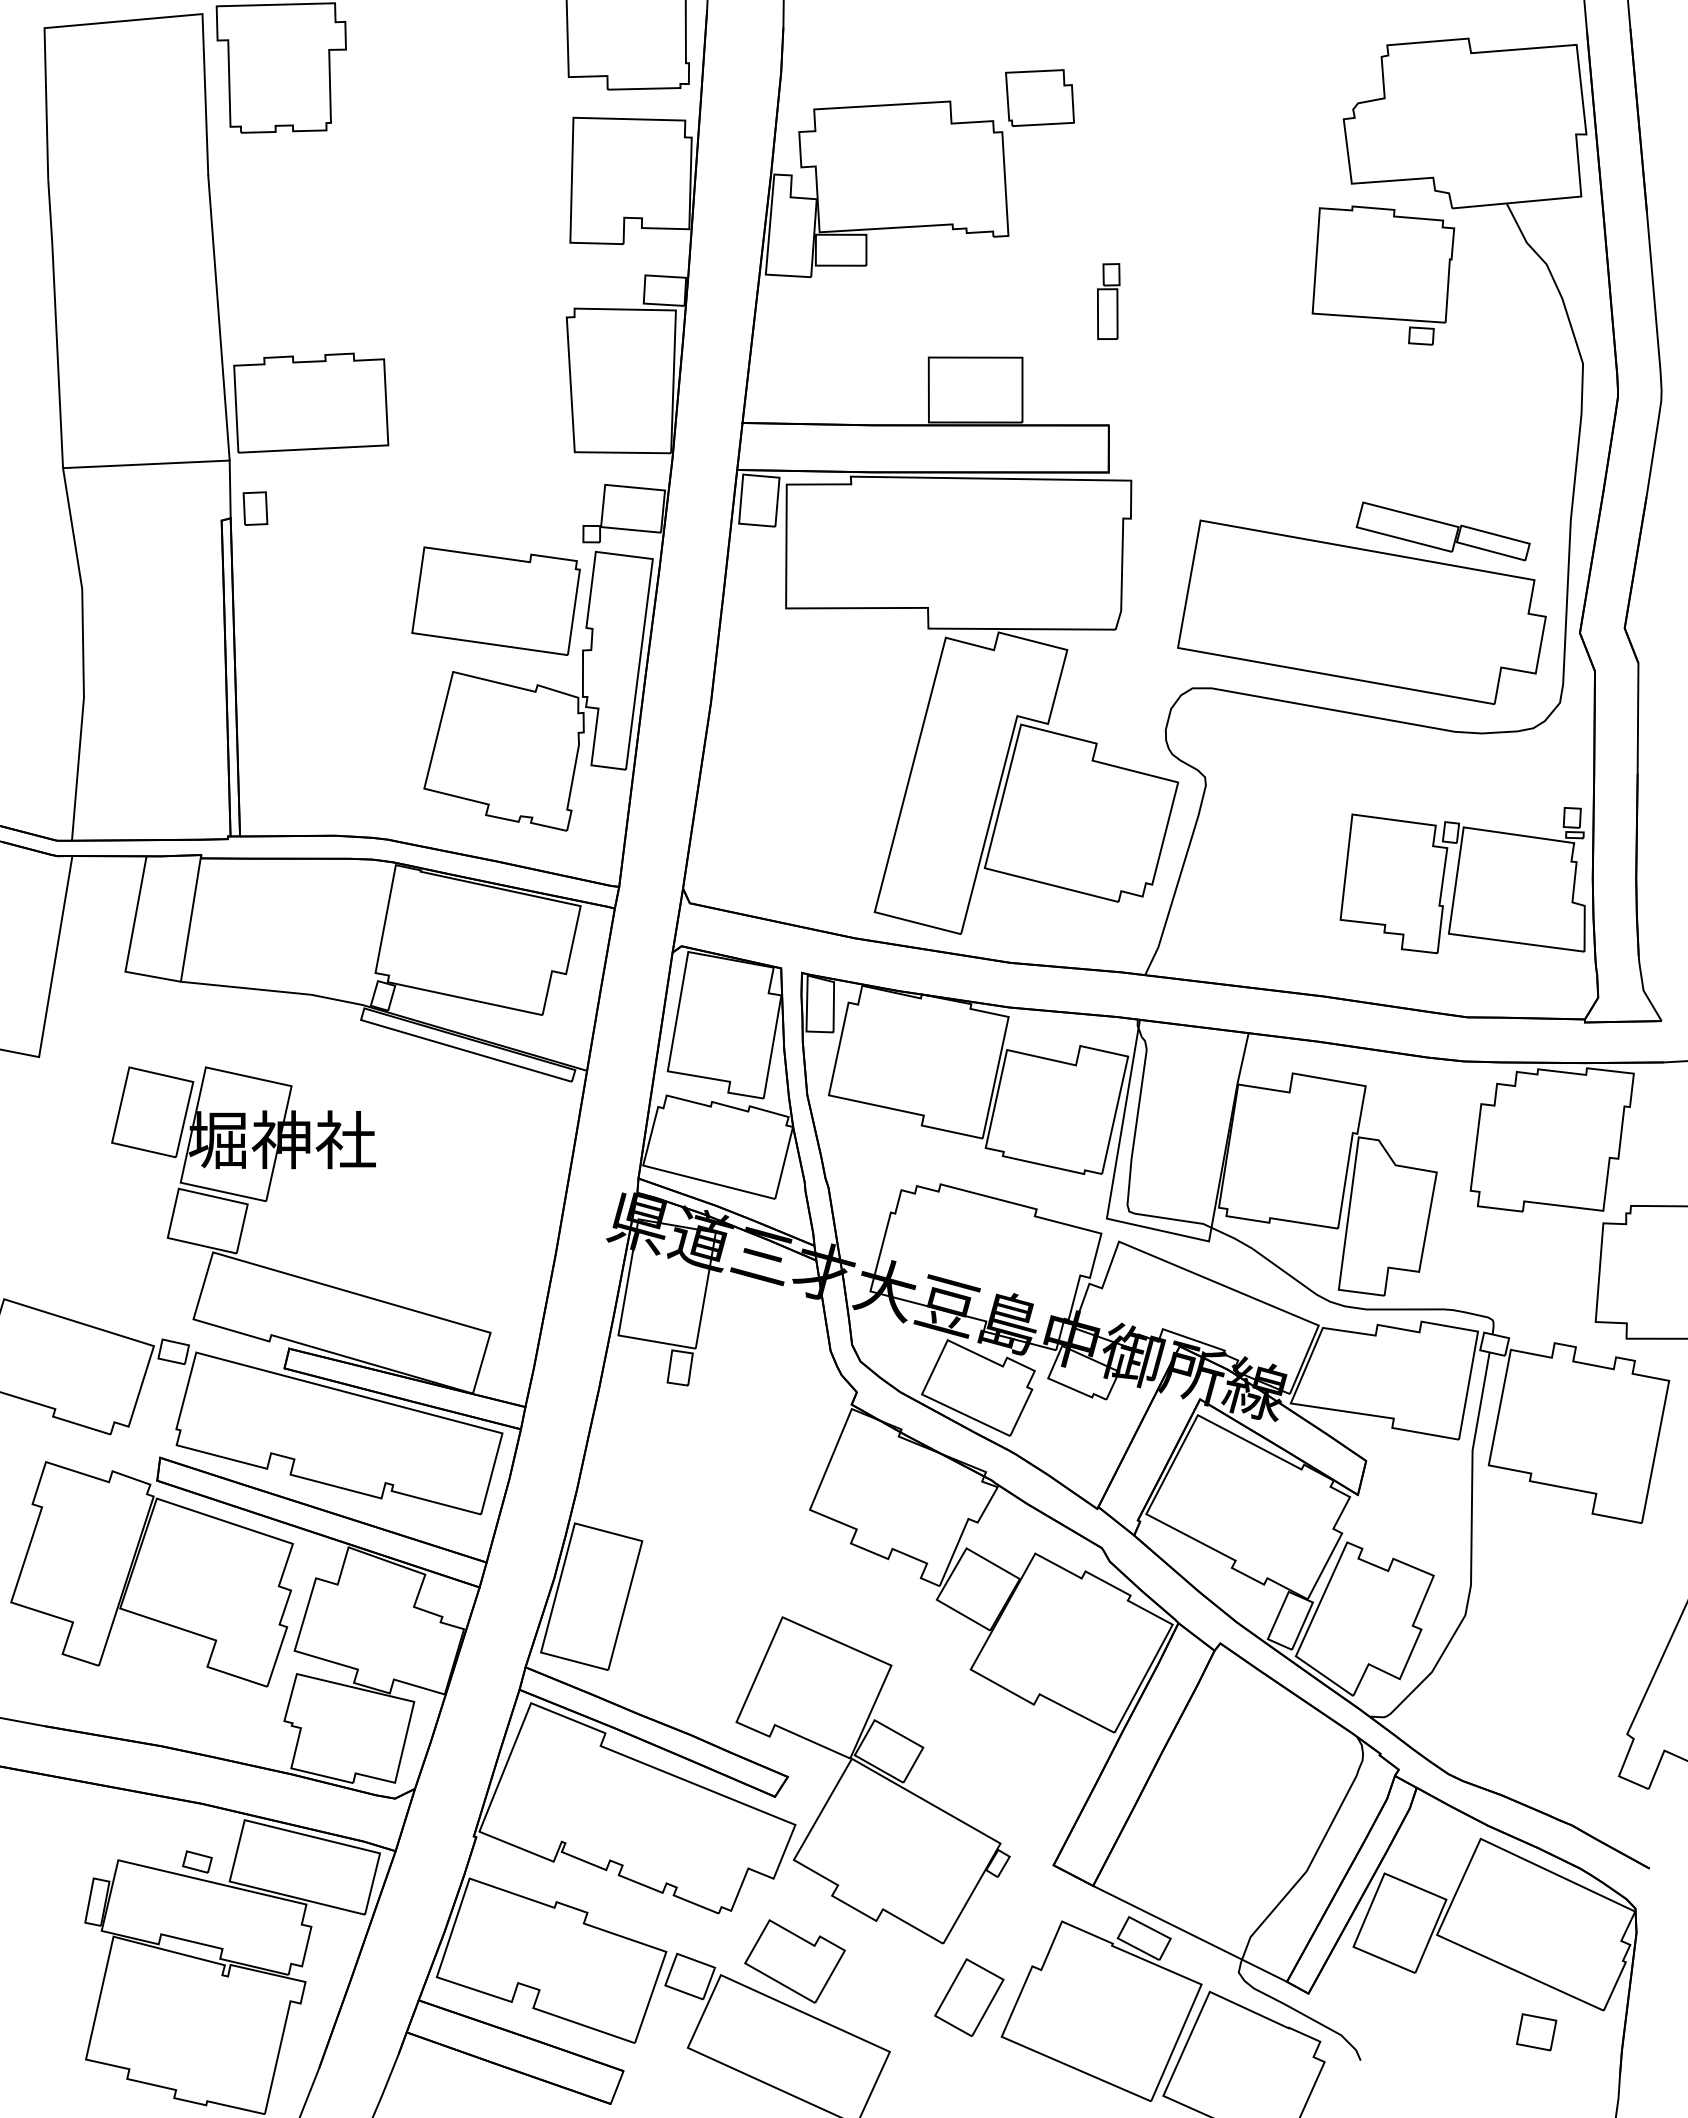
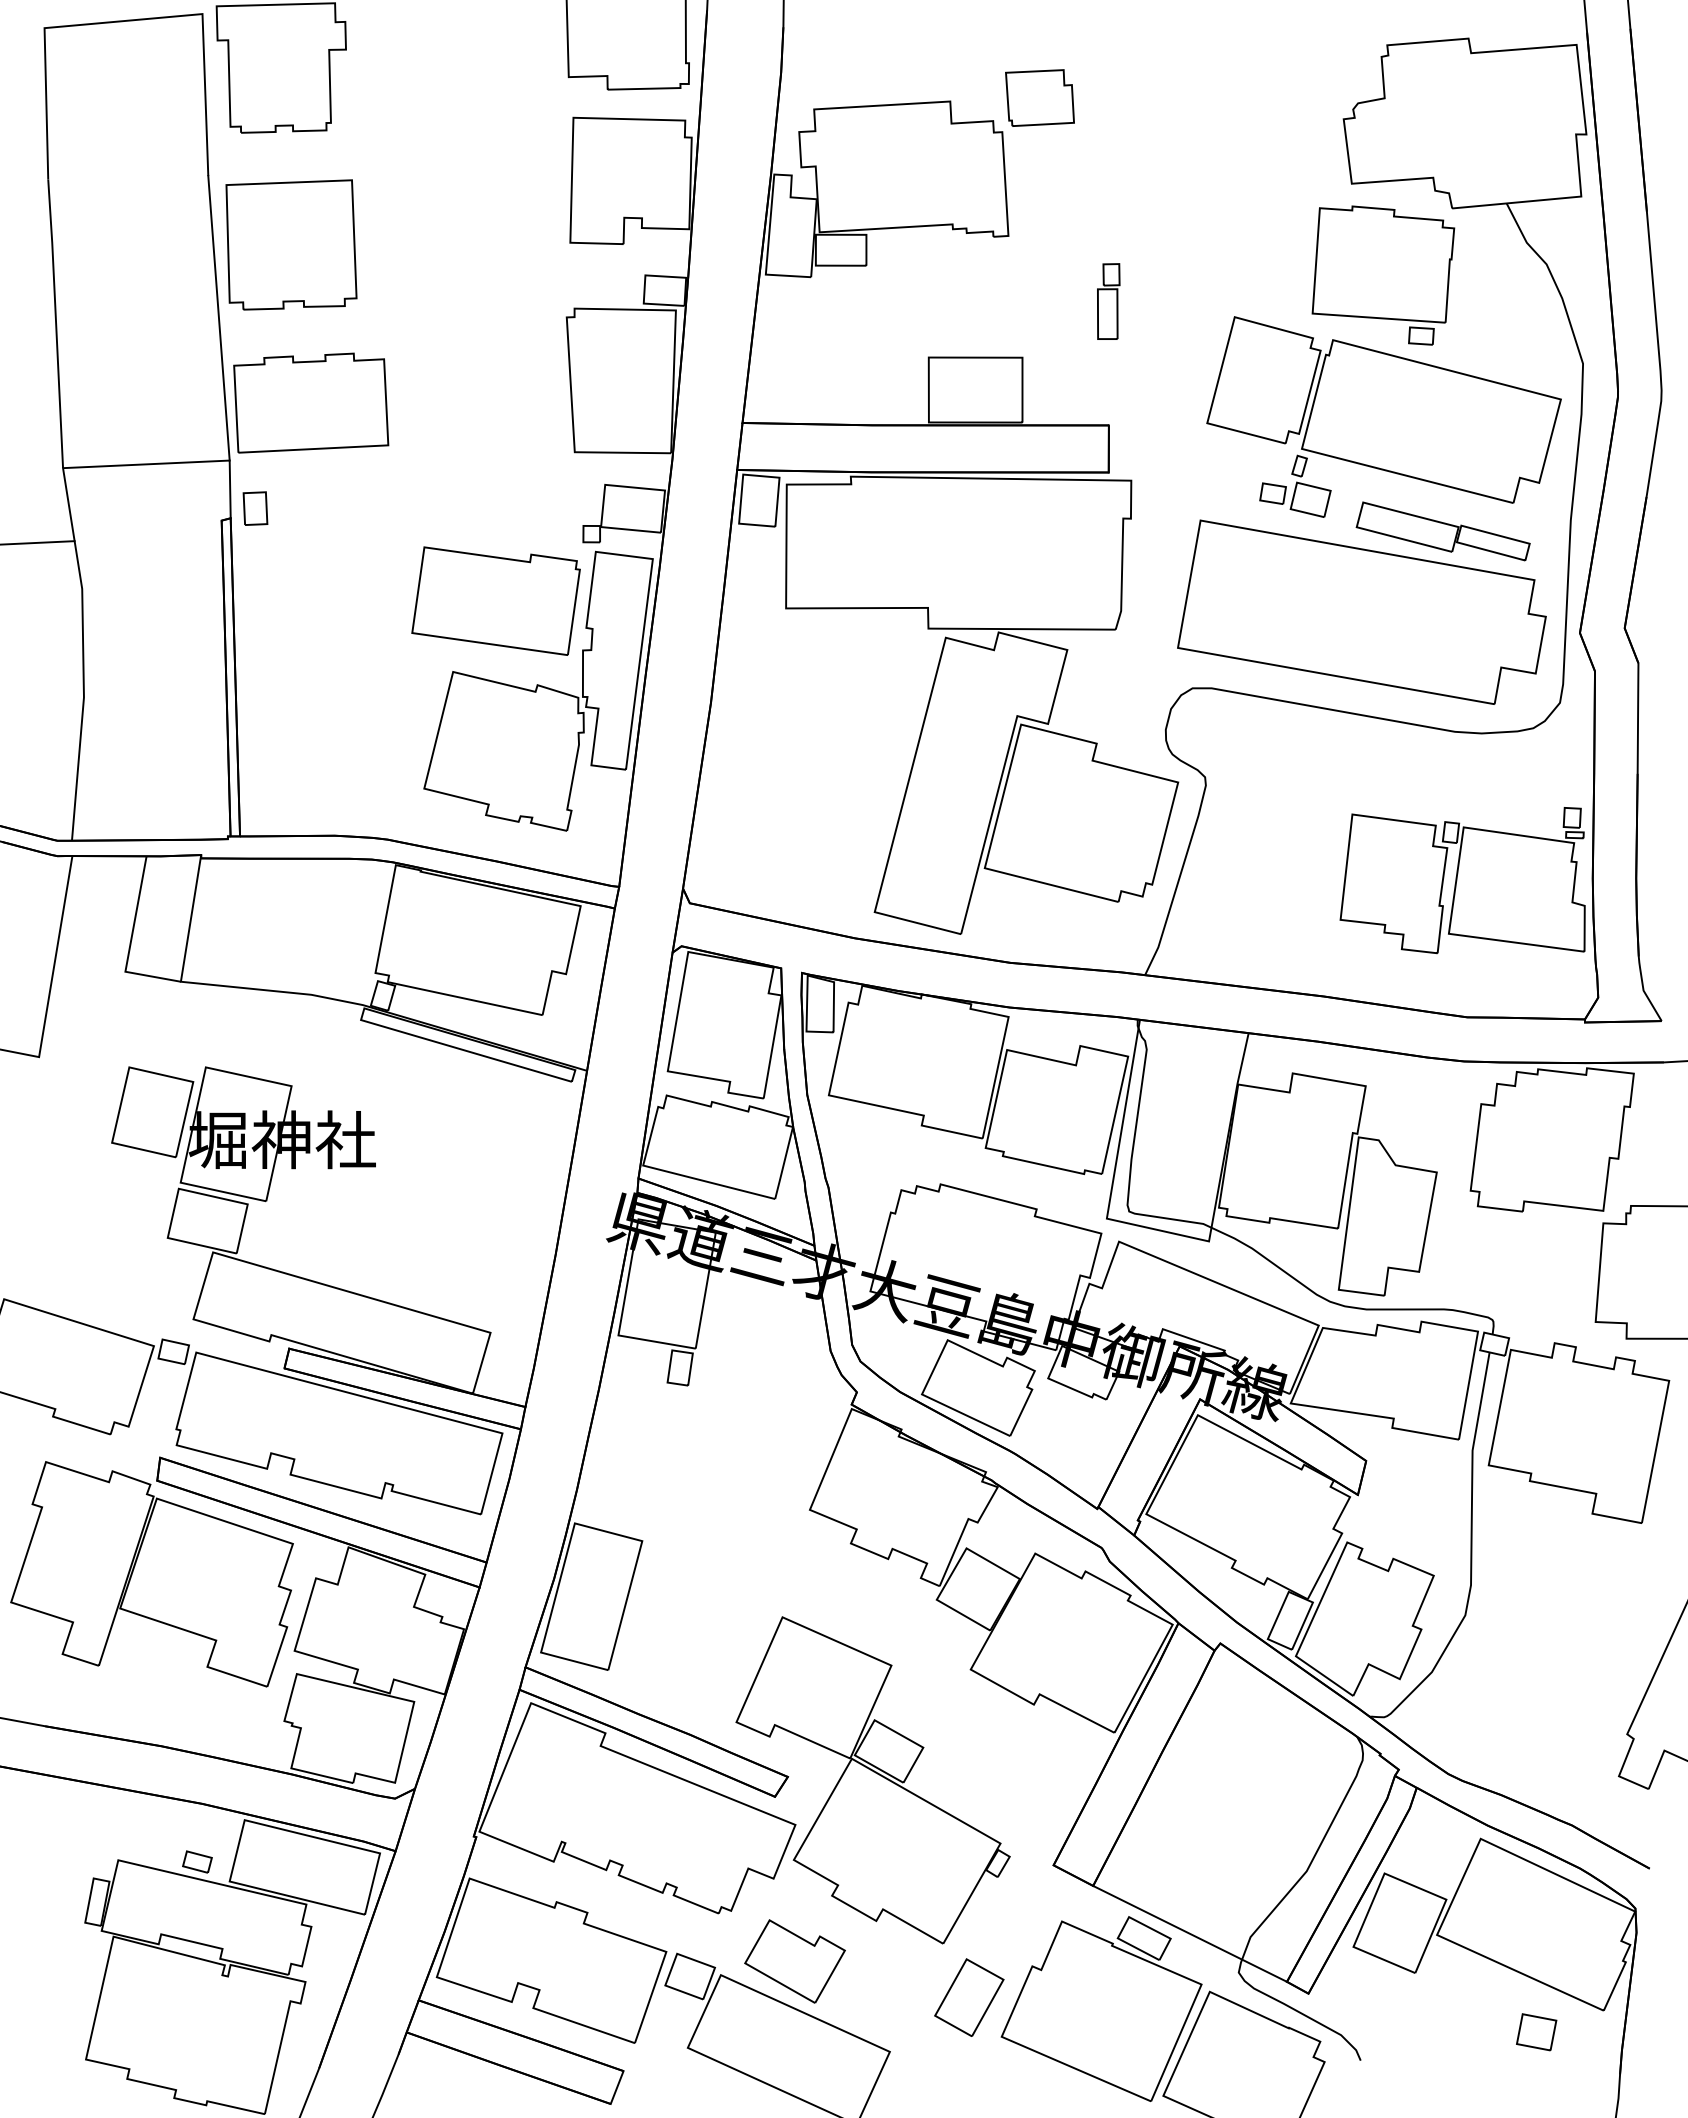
part at (291, 244): none -> present
part at (1383, 416): none -> present
line at (38, 542): none -> present
